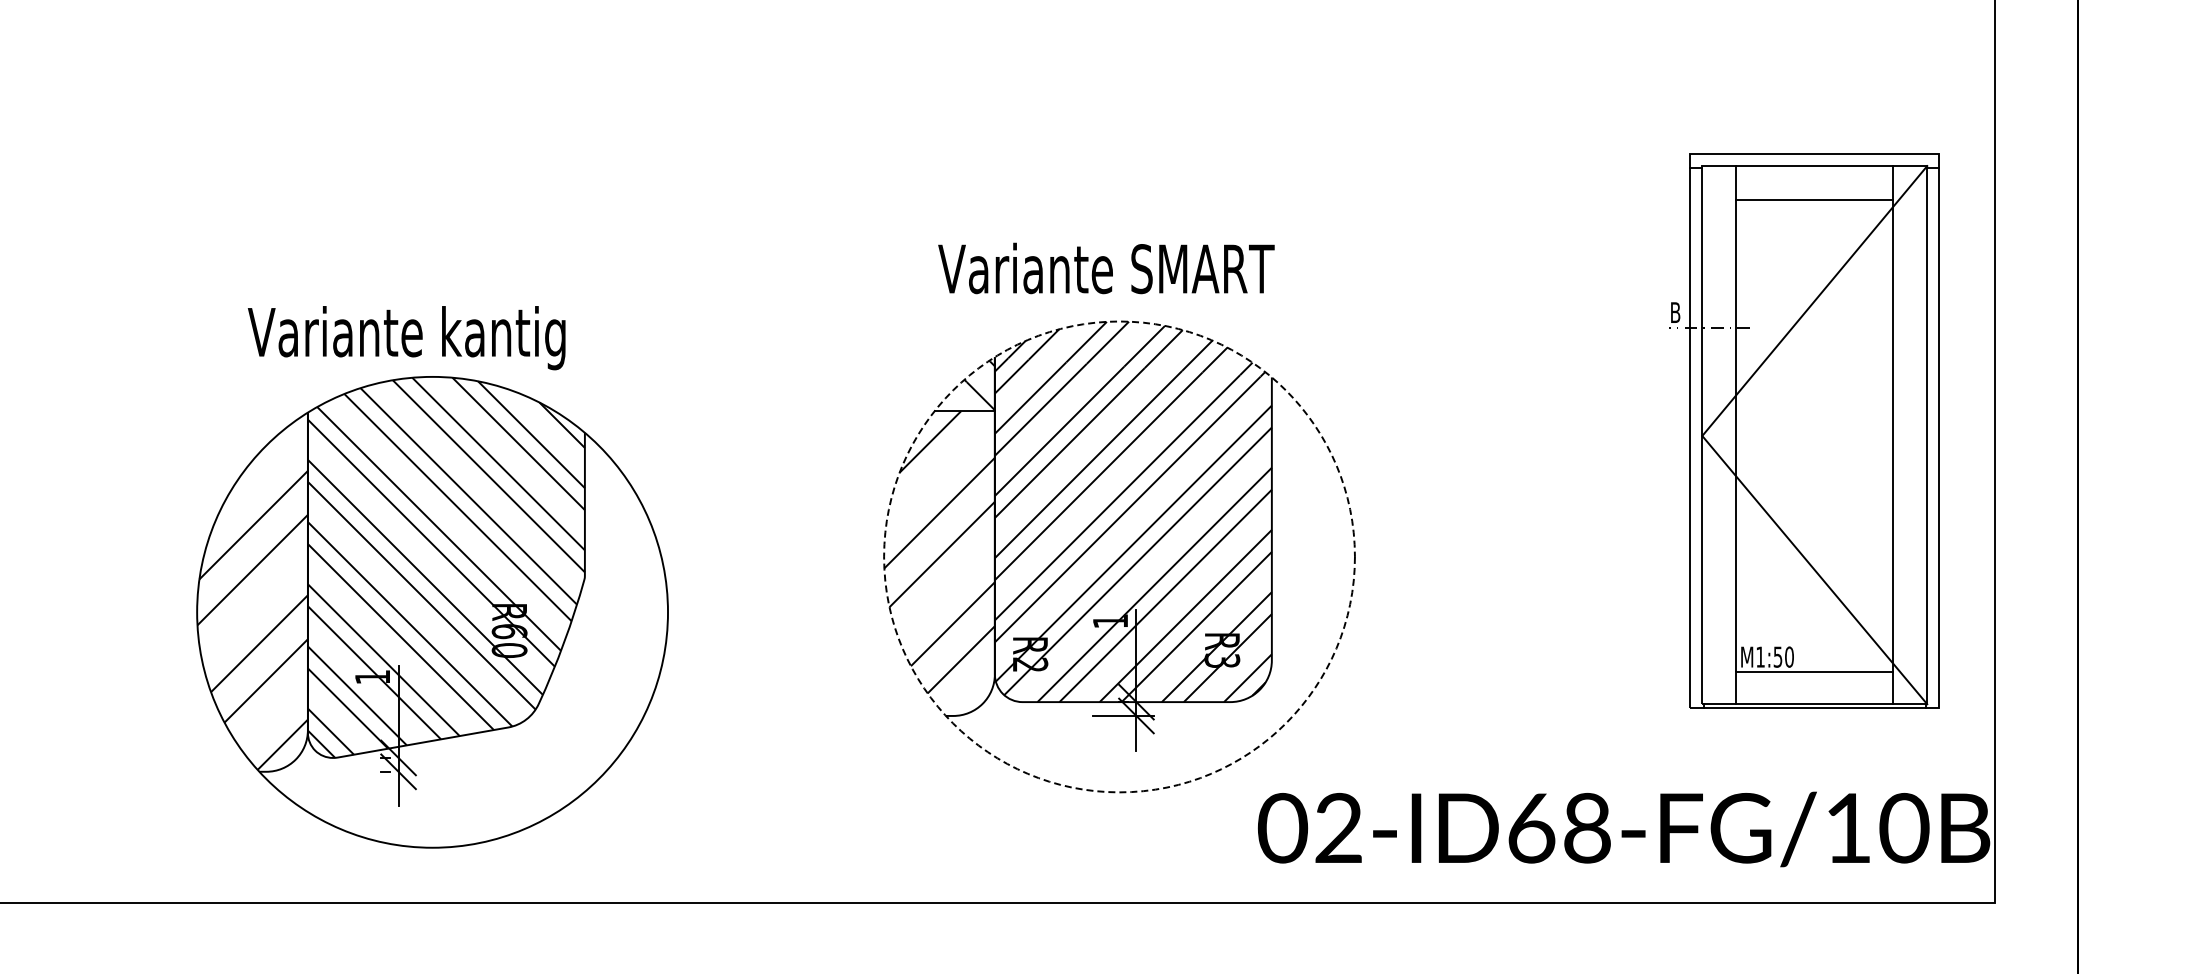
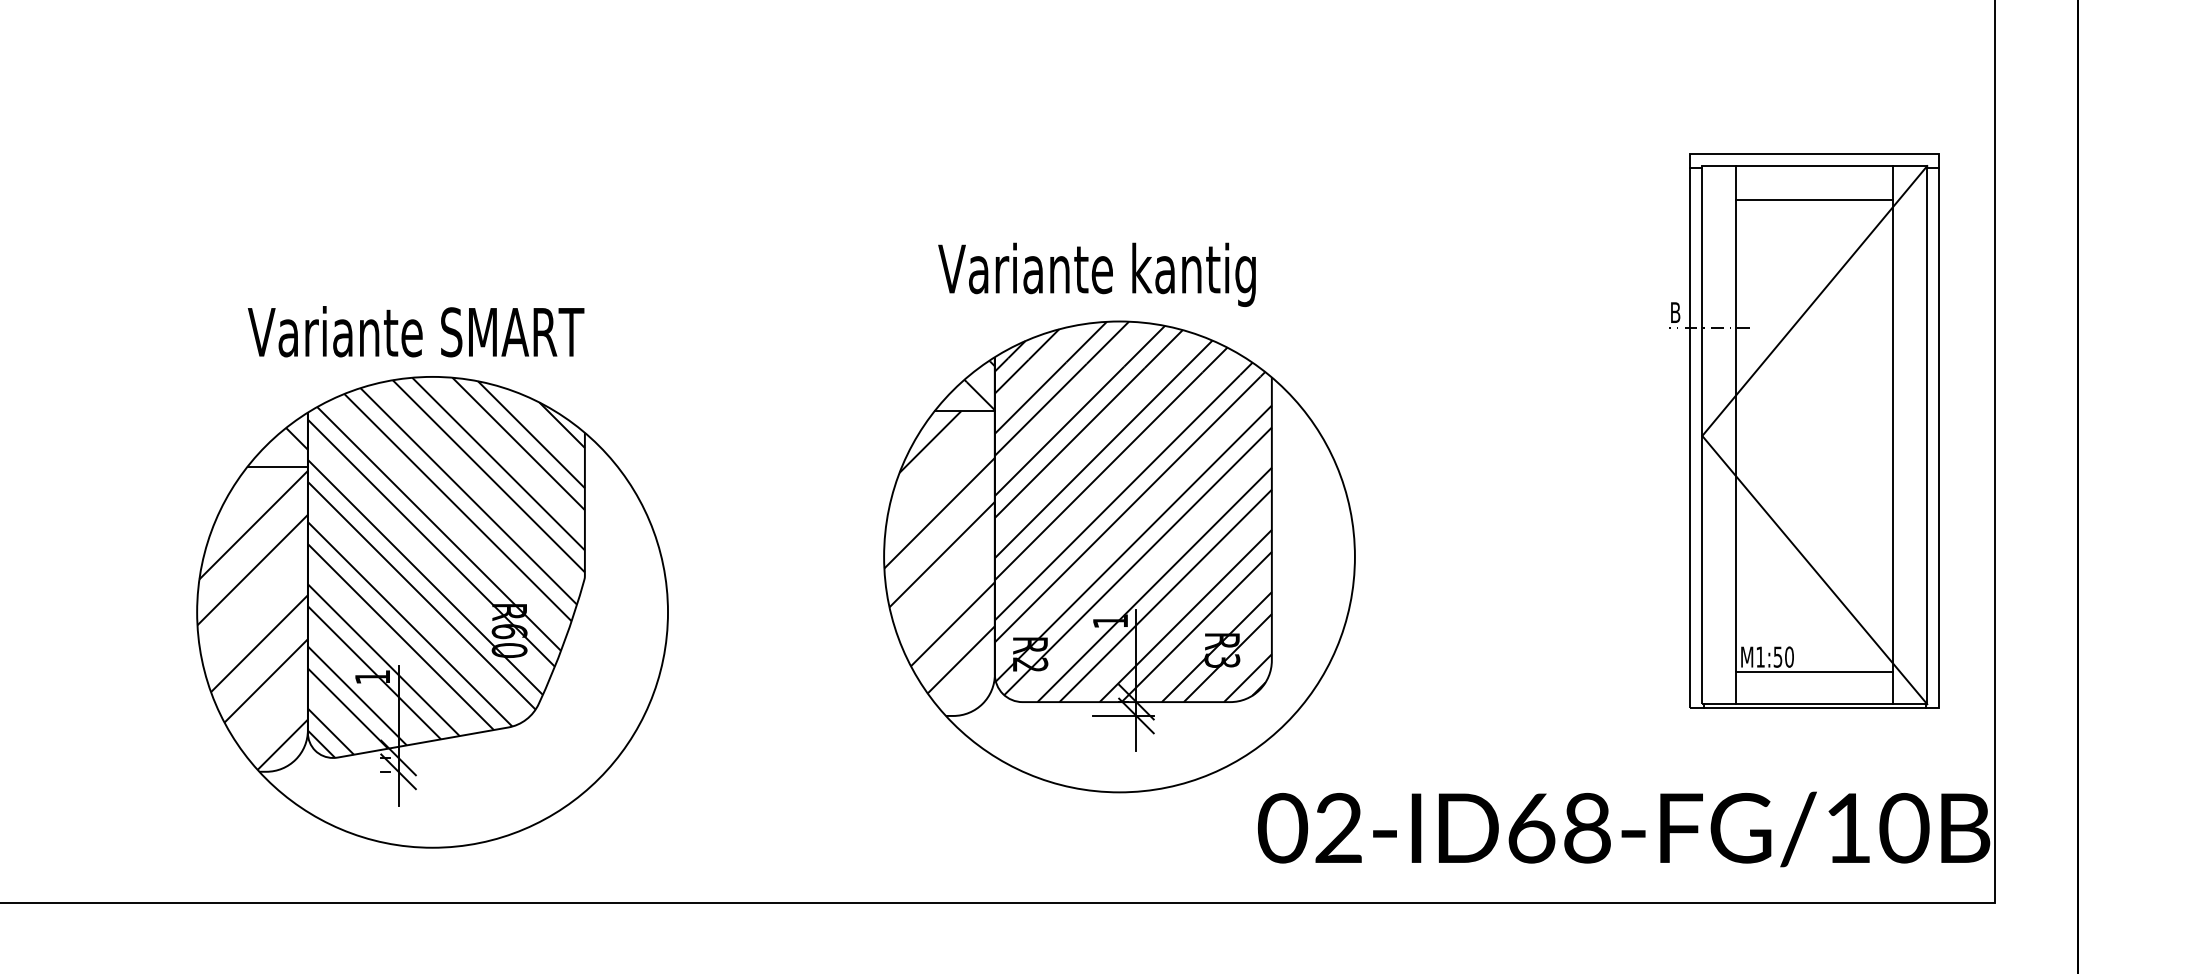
text at (1202, 274): Variante SMART -> Variante kantig
text at (512, 338): Variante kantig -> Variante SMART
hatch at (296, 438): none -> present
line at (277, 466): none -> present
circle at (1119, 556): dashed -> solid
